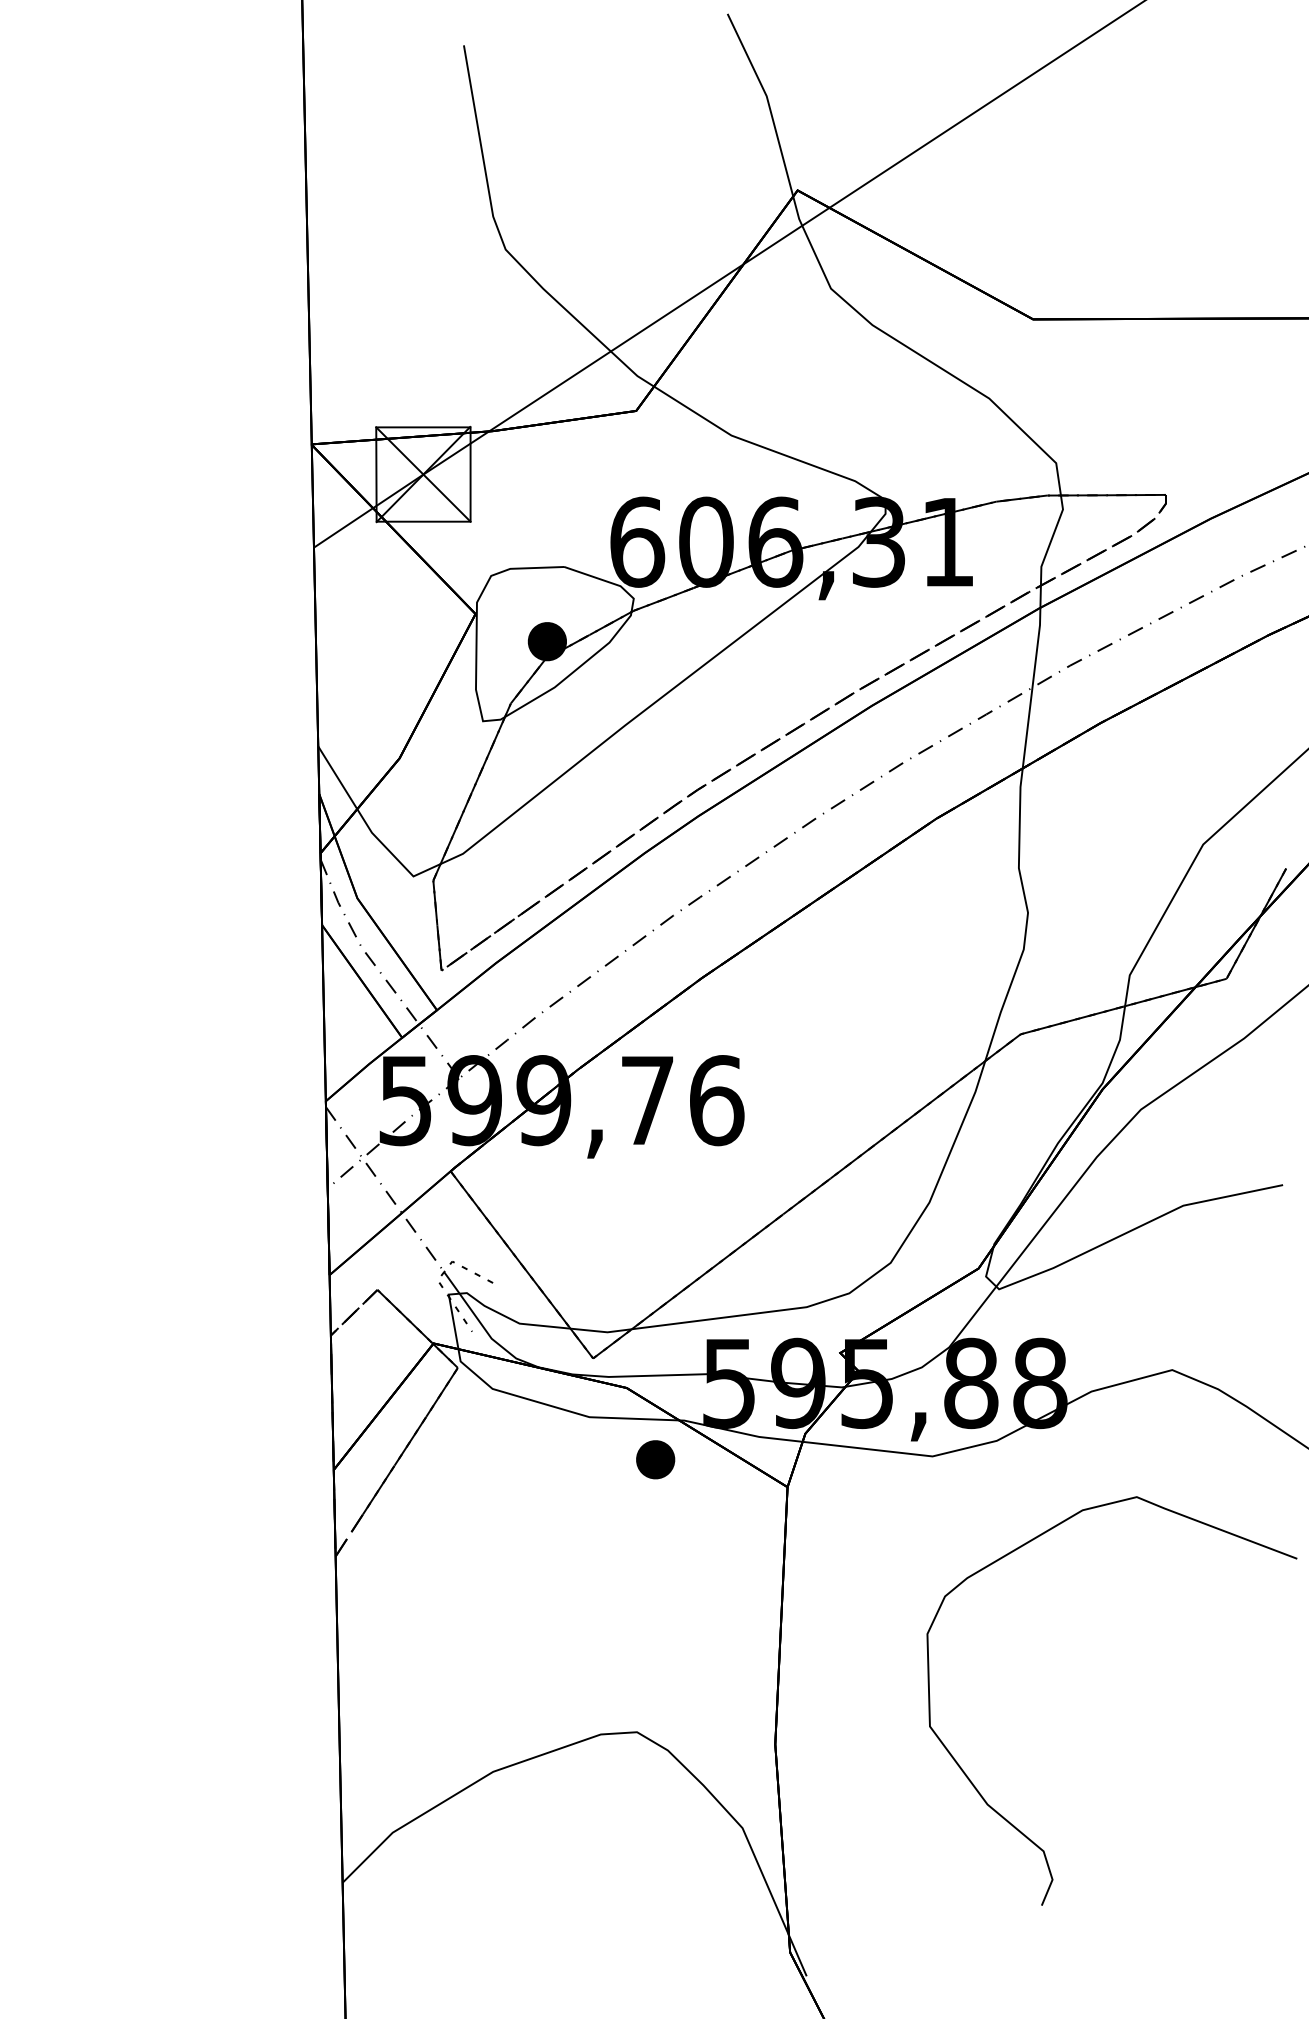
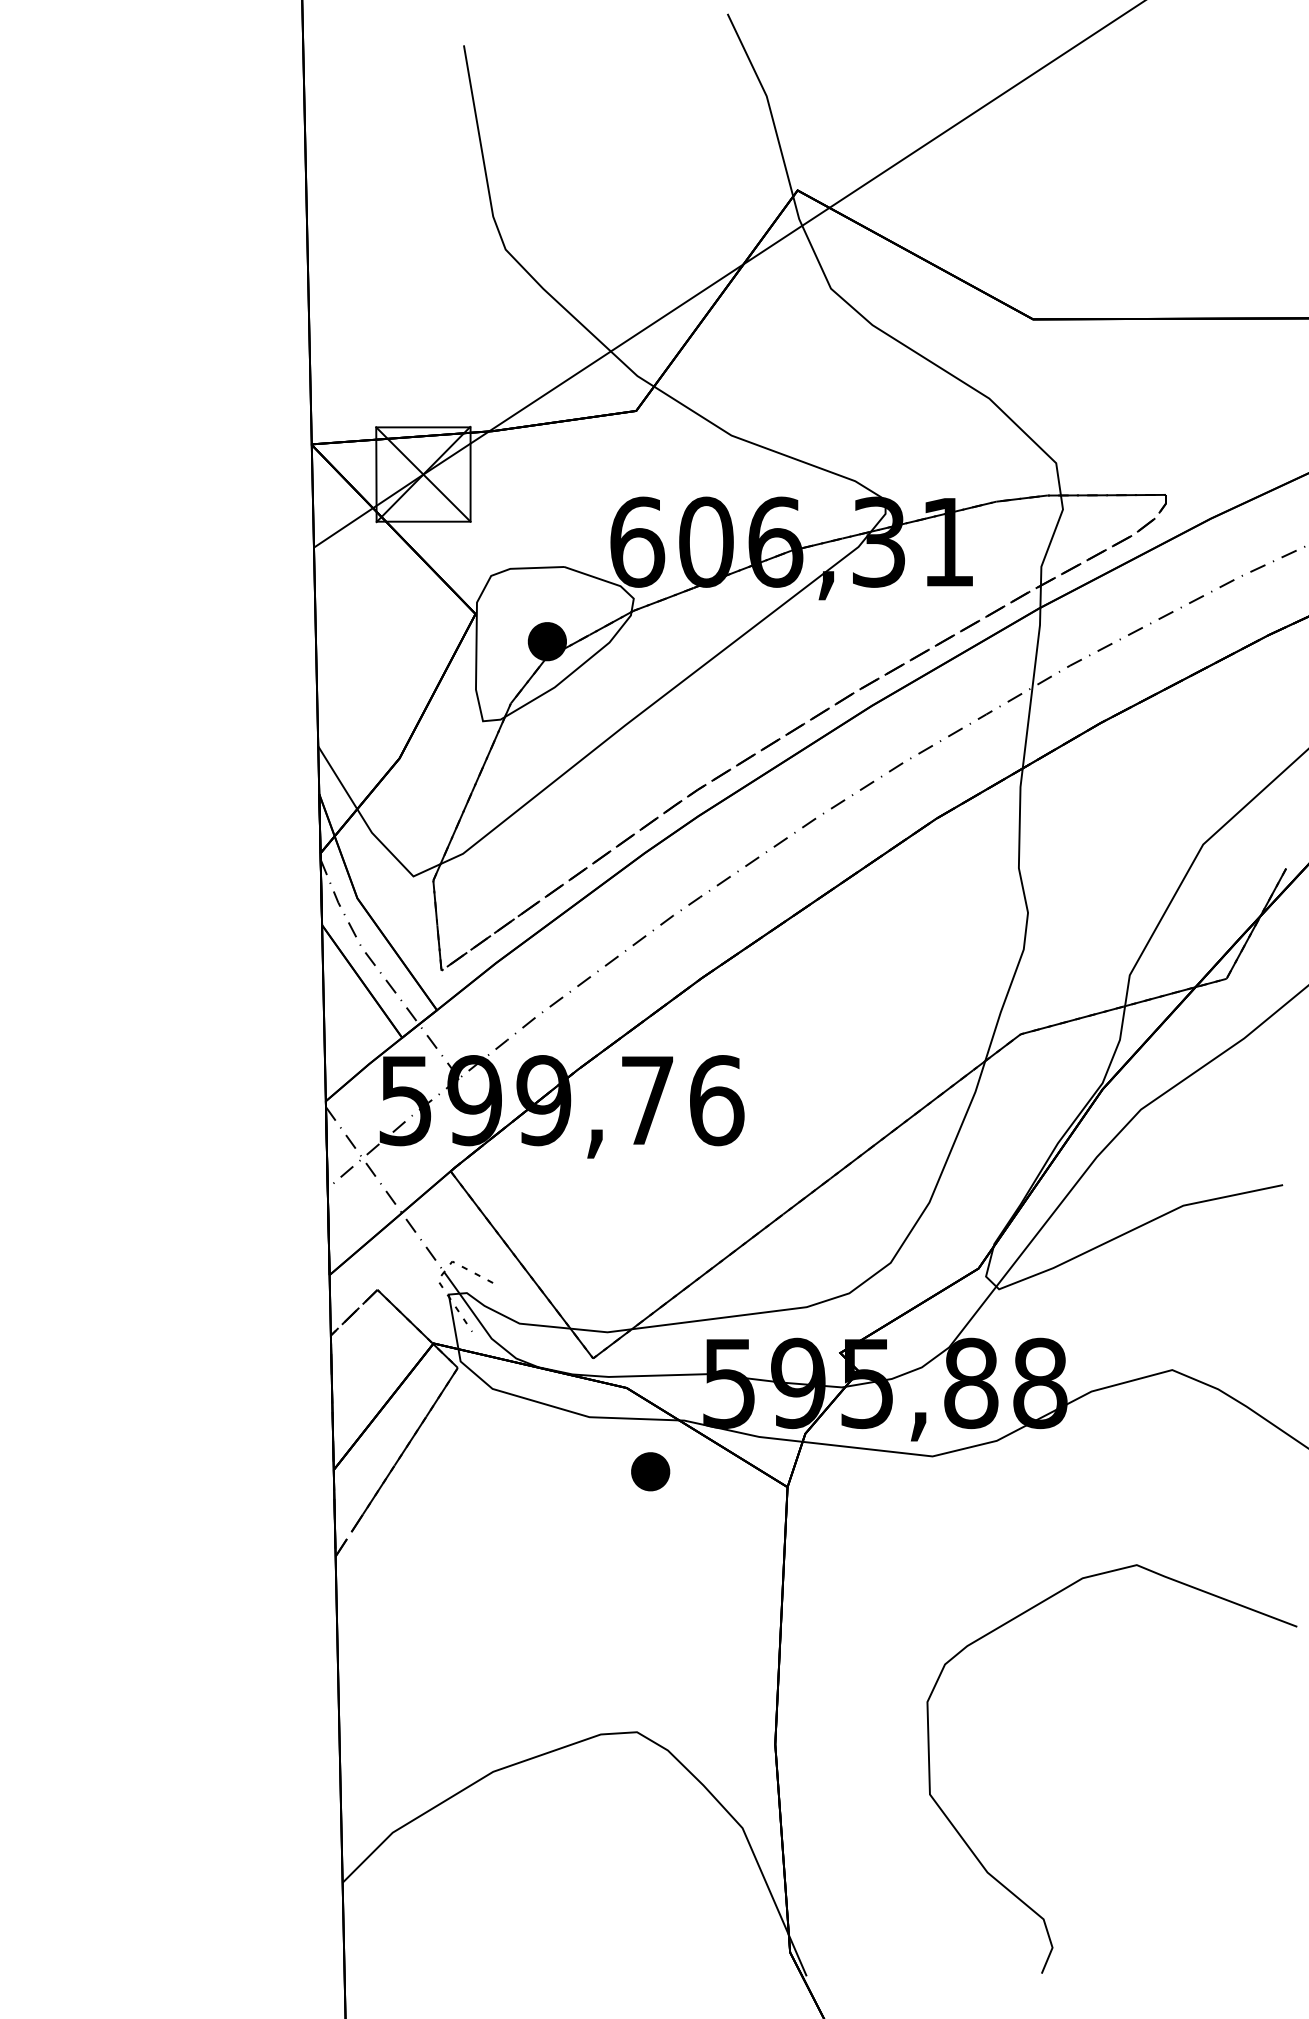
part at (655, 1459) position: (655, 1459) -> (650, 1471)
curve at (1007, 1819) position: (1007, 1819) -> (1007, 1887)
